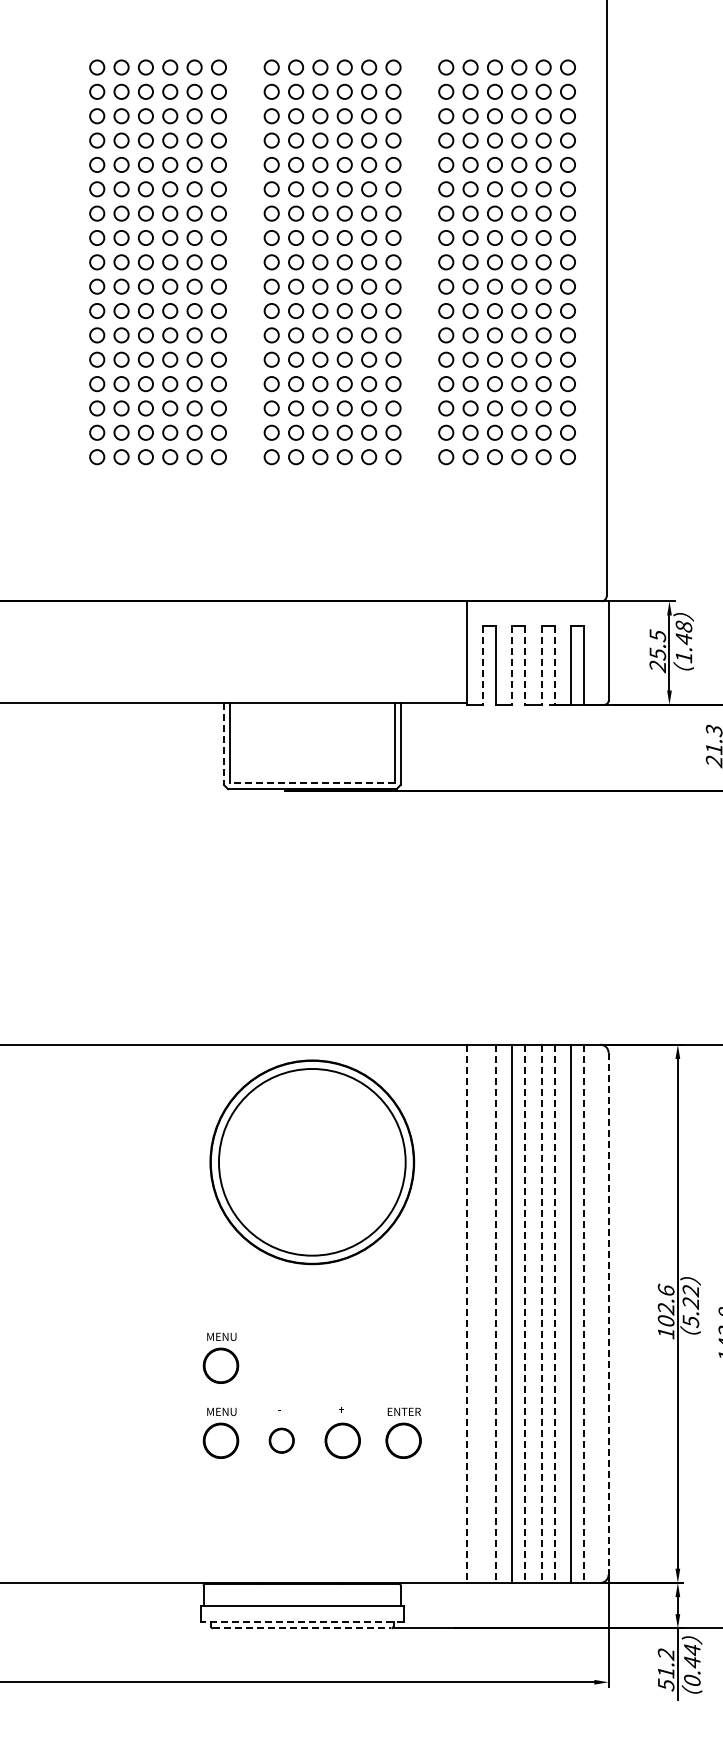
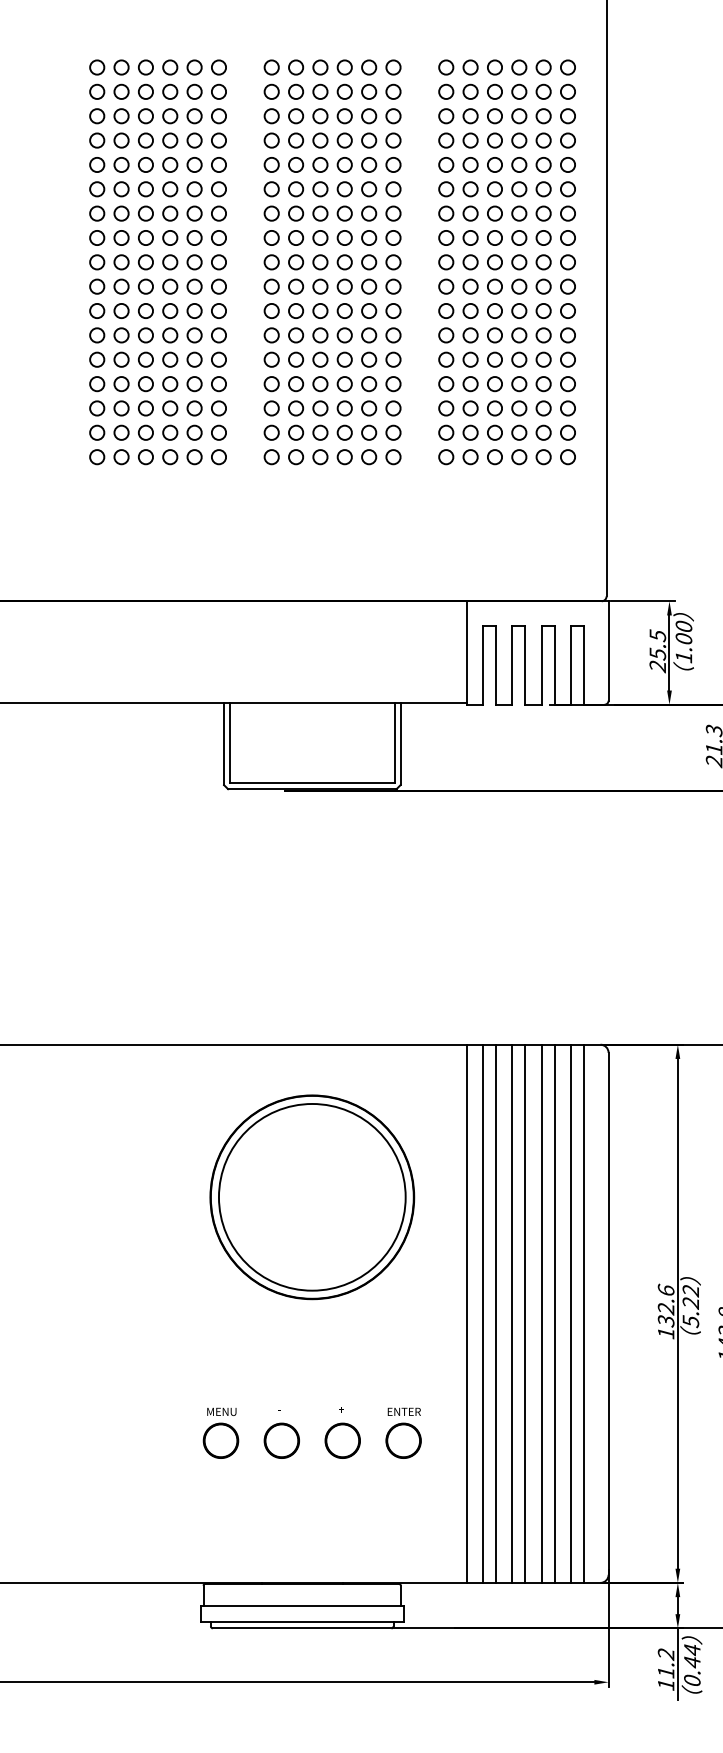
text at (683, 632): 1.48 -> 1.00
line at (482, 665): dashed -> solid
line at (512, 665): dashed -> solid
line at (525, 665): dashed -> solid
line at (541, 665): dashed -> solid
line at (554, 665): dashed -> solid
line at (224, 744): dashed -> solid
line at (311, 783): dashed -> solid
part at (312, 1162) position: (312, 1162) -> (312, 1197)
line at (482, 1313): none -> present
line at (608, 1313): dashed -> solid
line at (466, 1314): dashed -> solid
line at (495, 1314): dashed -> solid
line at (525, 1314): dashed -> solid
line at (541, 1314): dashed -> solid
line at (554, 1314): dashed -> solid
line at (584, 1314): dashed -> solid
text at (666, 1321): 102.6 -> 132.6
part at (220, 1357): present -> none
circle at (281, 1440) size: 27x27 px -> 37x37 px
line at (301, 1622): dashed -> solid
line at (302, 1628): dashed -> solid
text at (666, 1684): 51.2 -> 11.2
